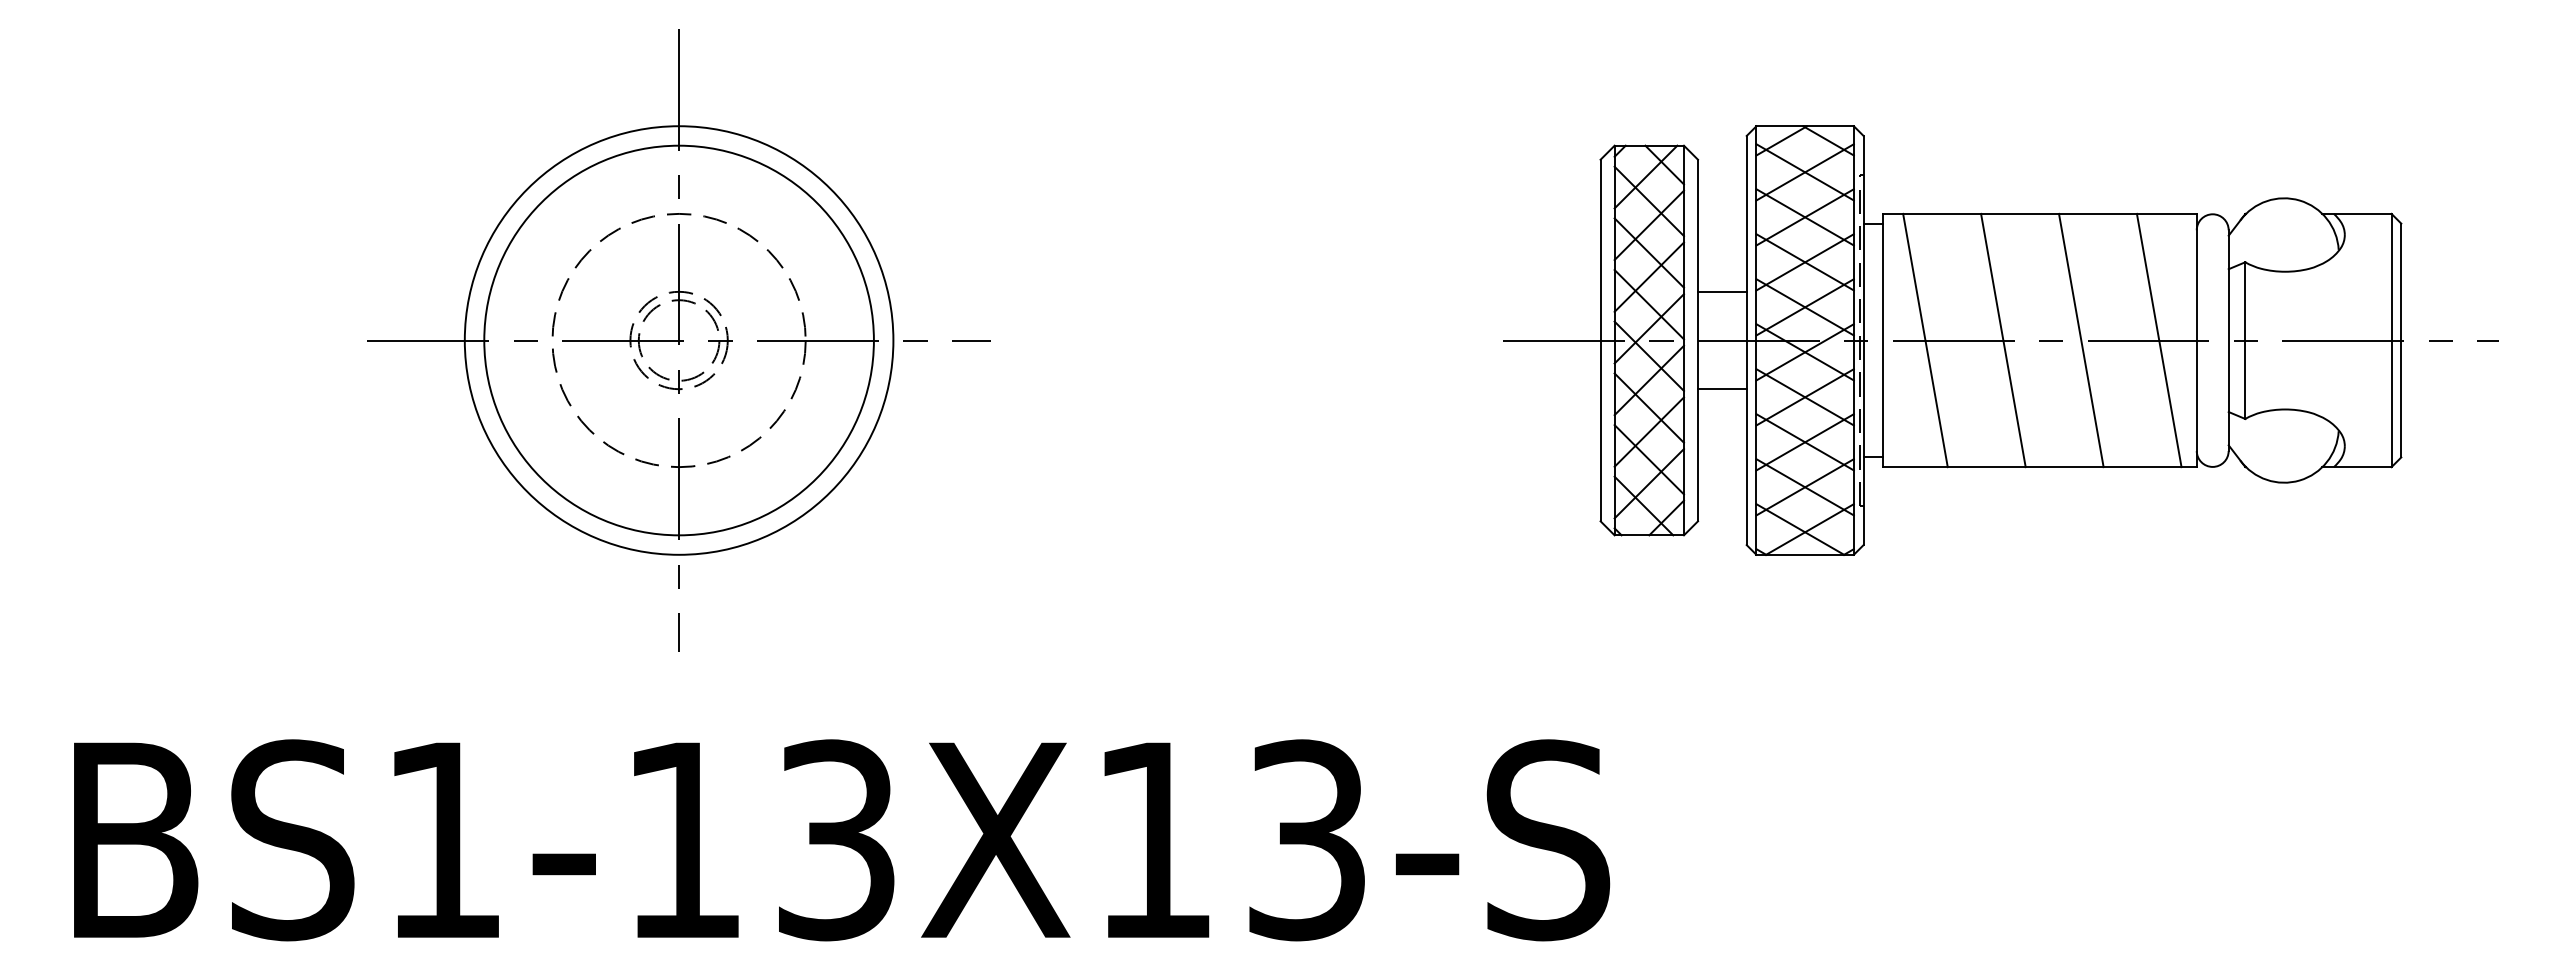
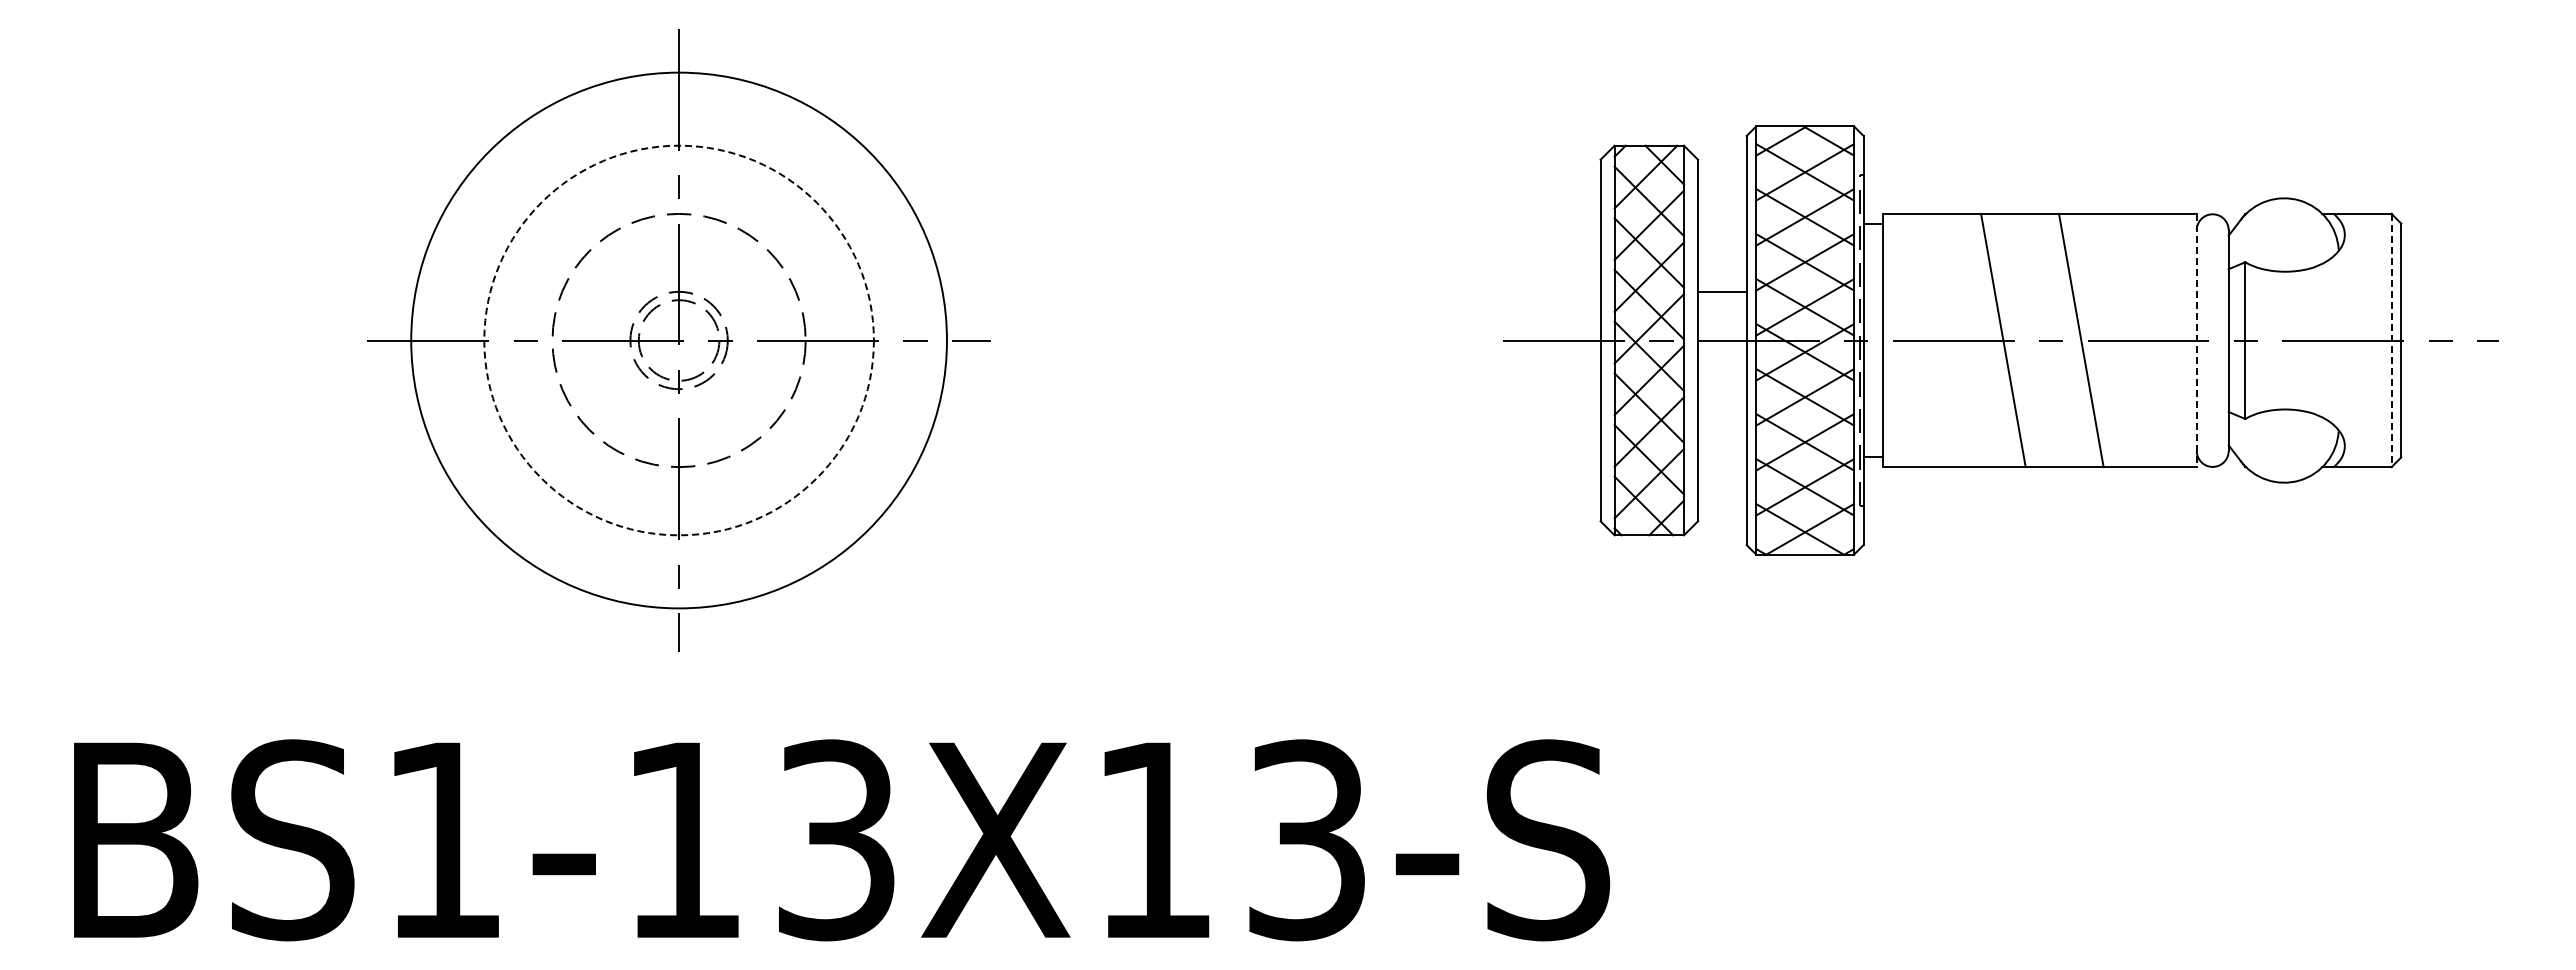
circle at (678, 340) diameter: 429 px -> 536 px
circle at (678, 340): solid -> dashed
line at (1925, 340): present -> none
line at (2158, 340): present -> none
line at (2196, 340): solid -> dashed
line at (2391, 340): solid -> dashed
line at (1722, 389): present -> none
